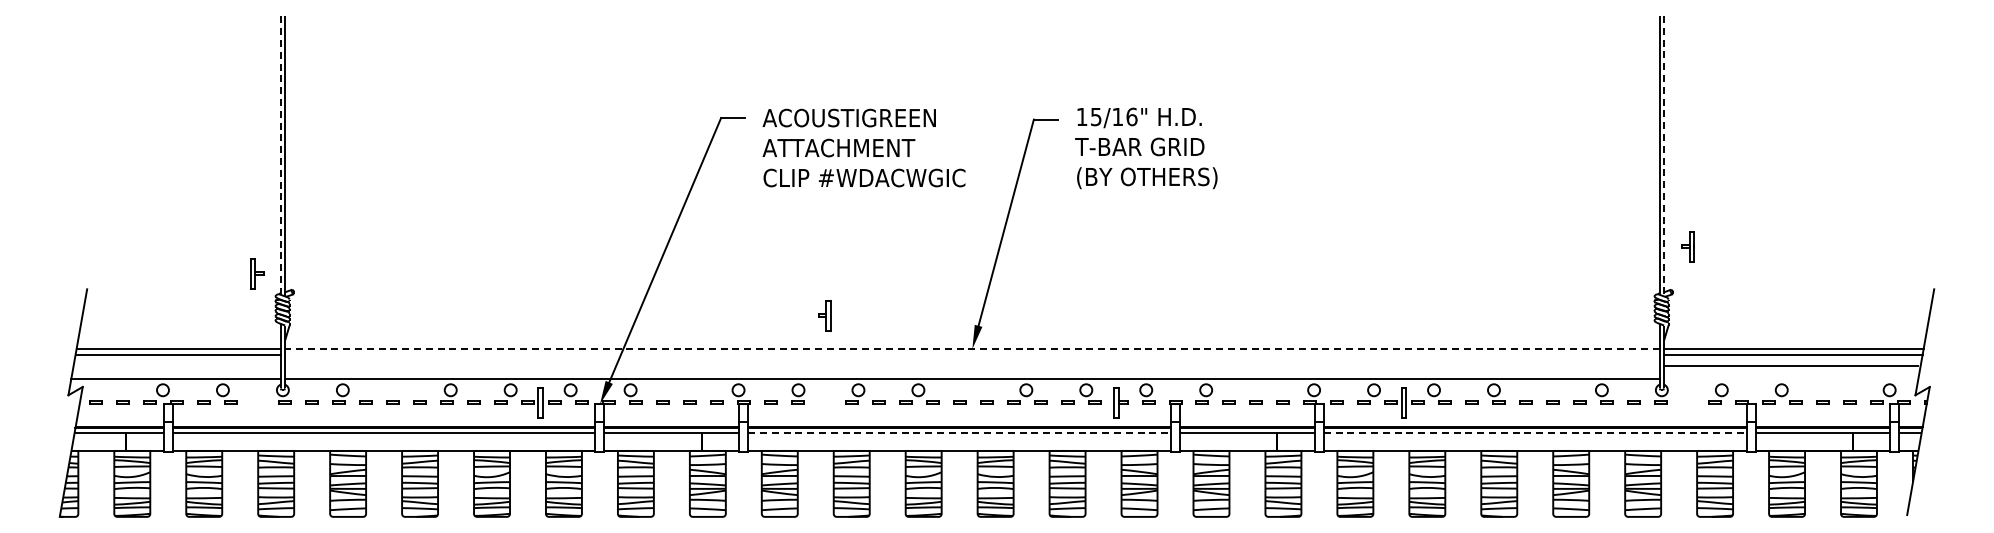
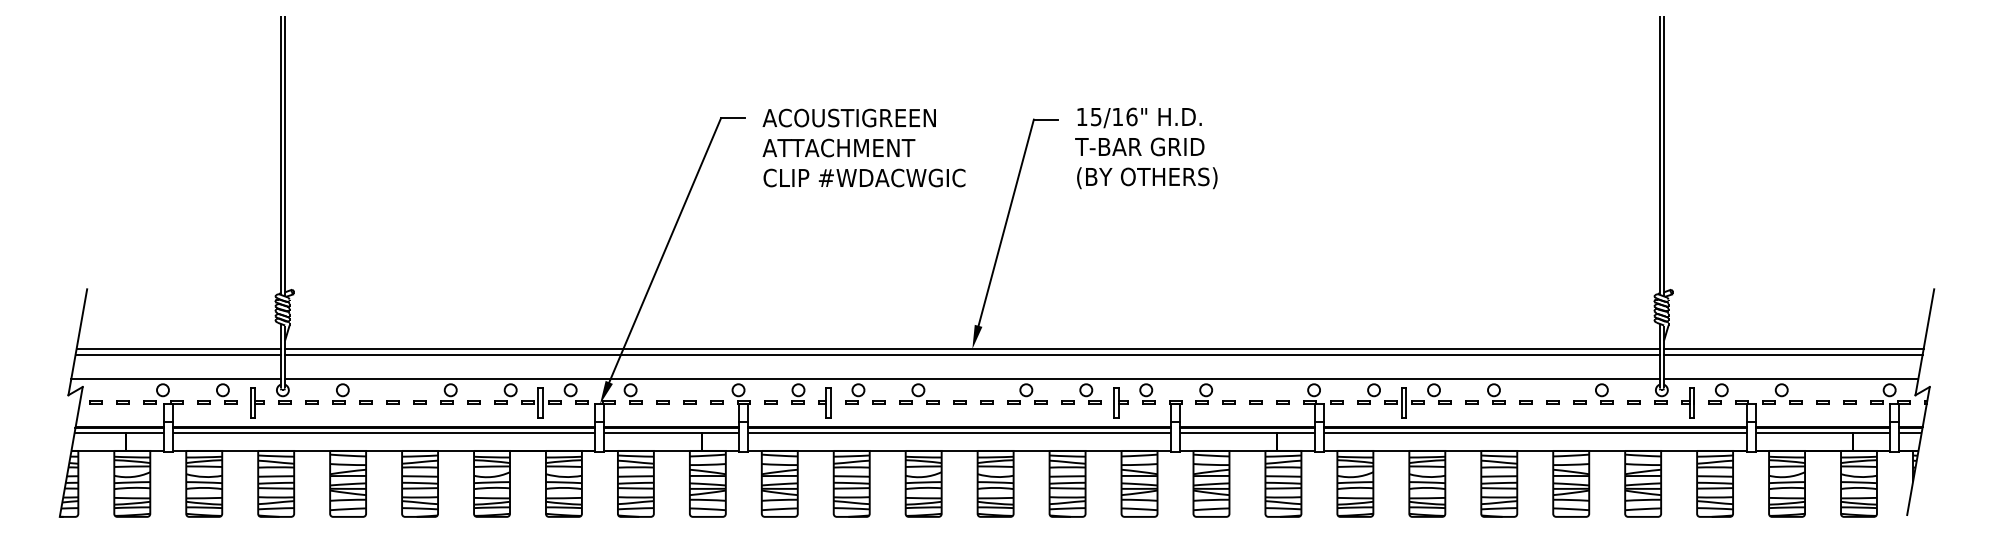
line at (280, 154): dashed -> solid
line at (1664, 156): dashed -> solid
part at (1687, 246) position: (1687, 246) -> (1687, 402)
part at (257, 273) position: (257, 273) -> (257, 402)
part at (824, 315) position: (824, 315) -> (824, 402)
line at (971, 349): dashed -> solid
line at (972, 355): none -> present
line at (1791, 365) position: (1791, 365) -> (1791, 378)
line at (960, 432): dashed -> solid
line at (1535, 432): dashed -> solid
